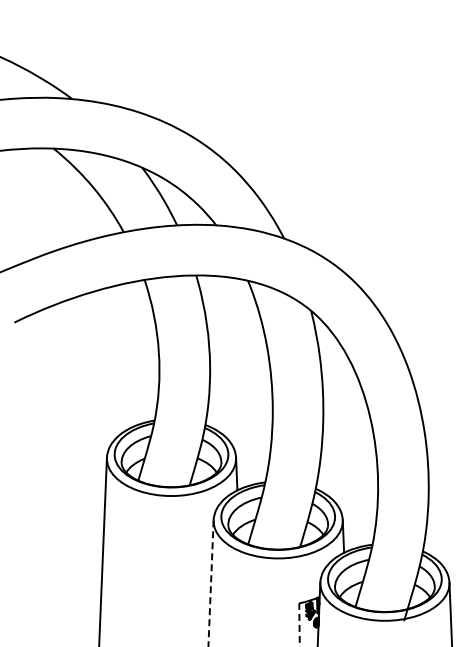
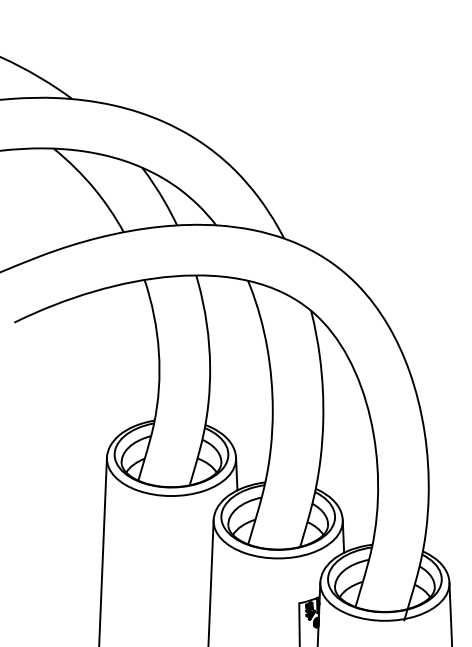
line at (211, 584): dashed -> solid
line at (299, 624): dashed -> solid
